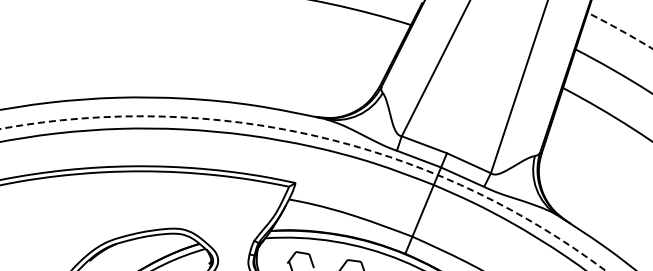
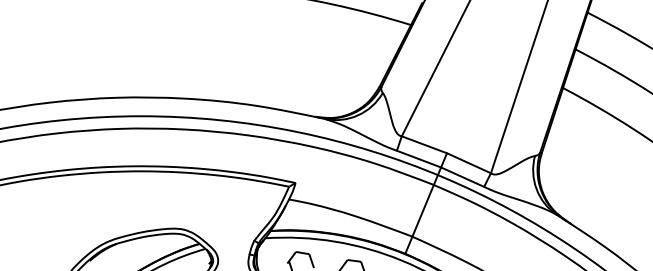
arc at (620, 30): dashed -> solid
circle at (302, 193): dashed -> solid
